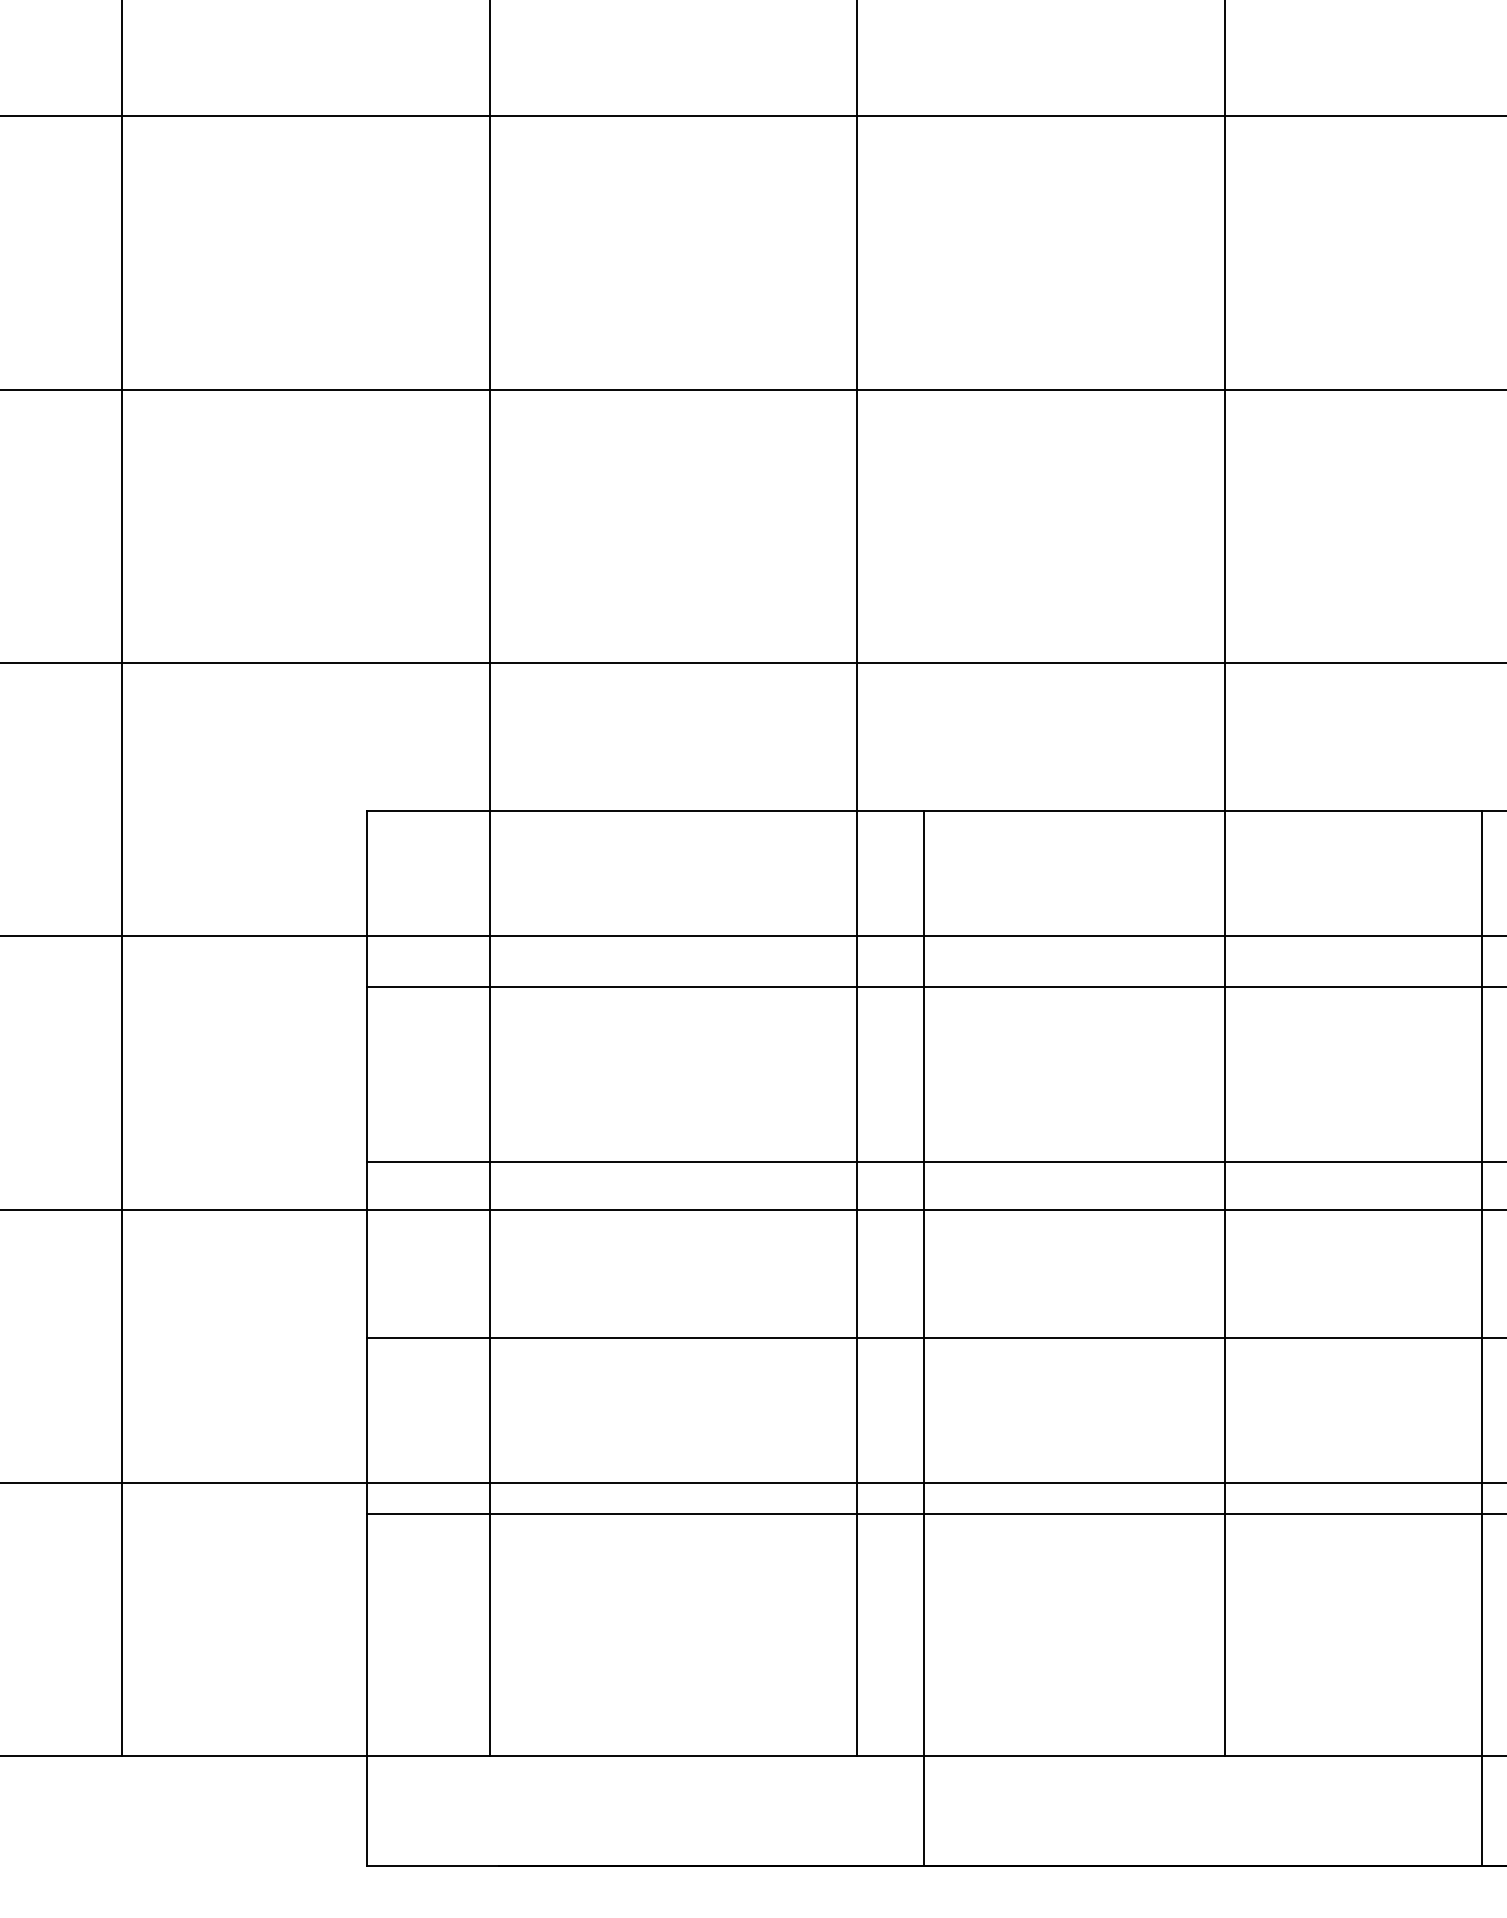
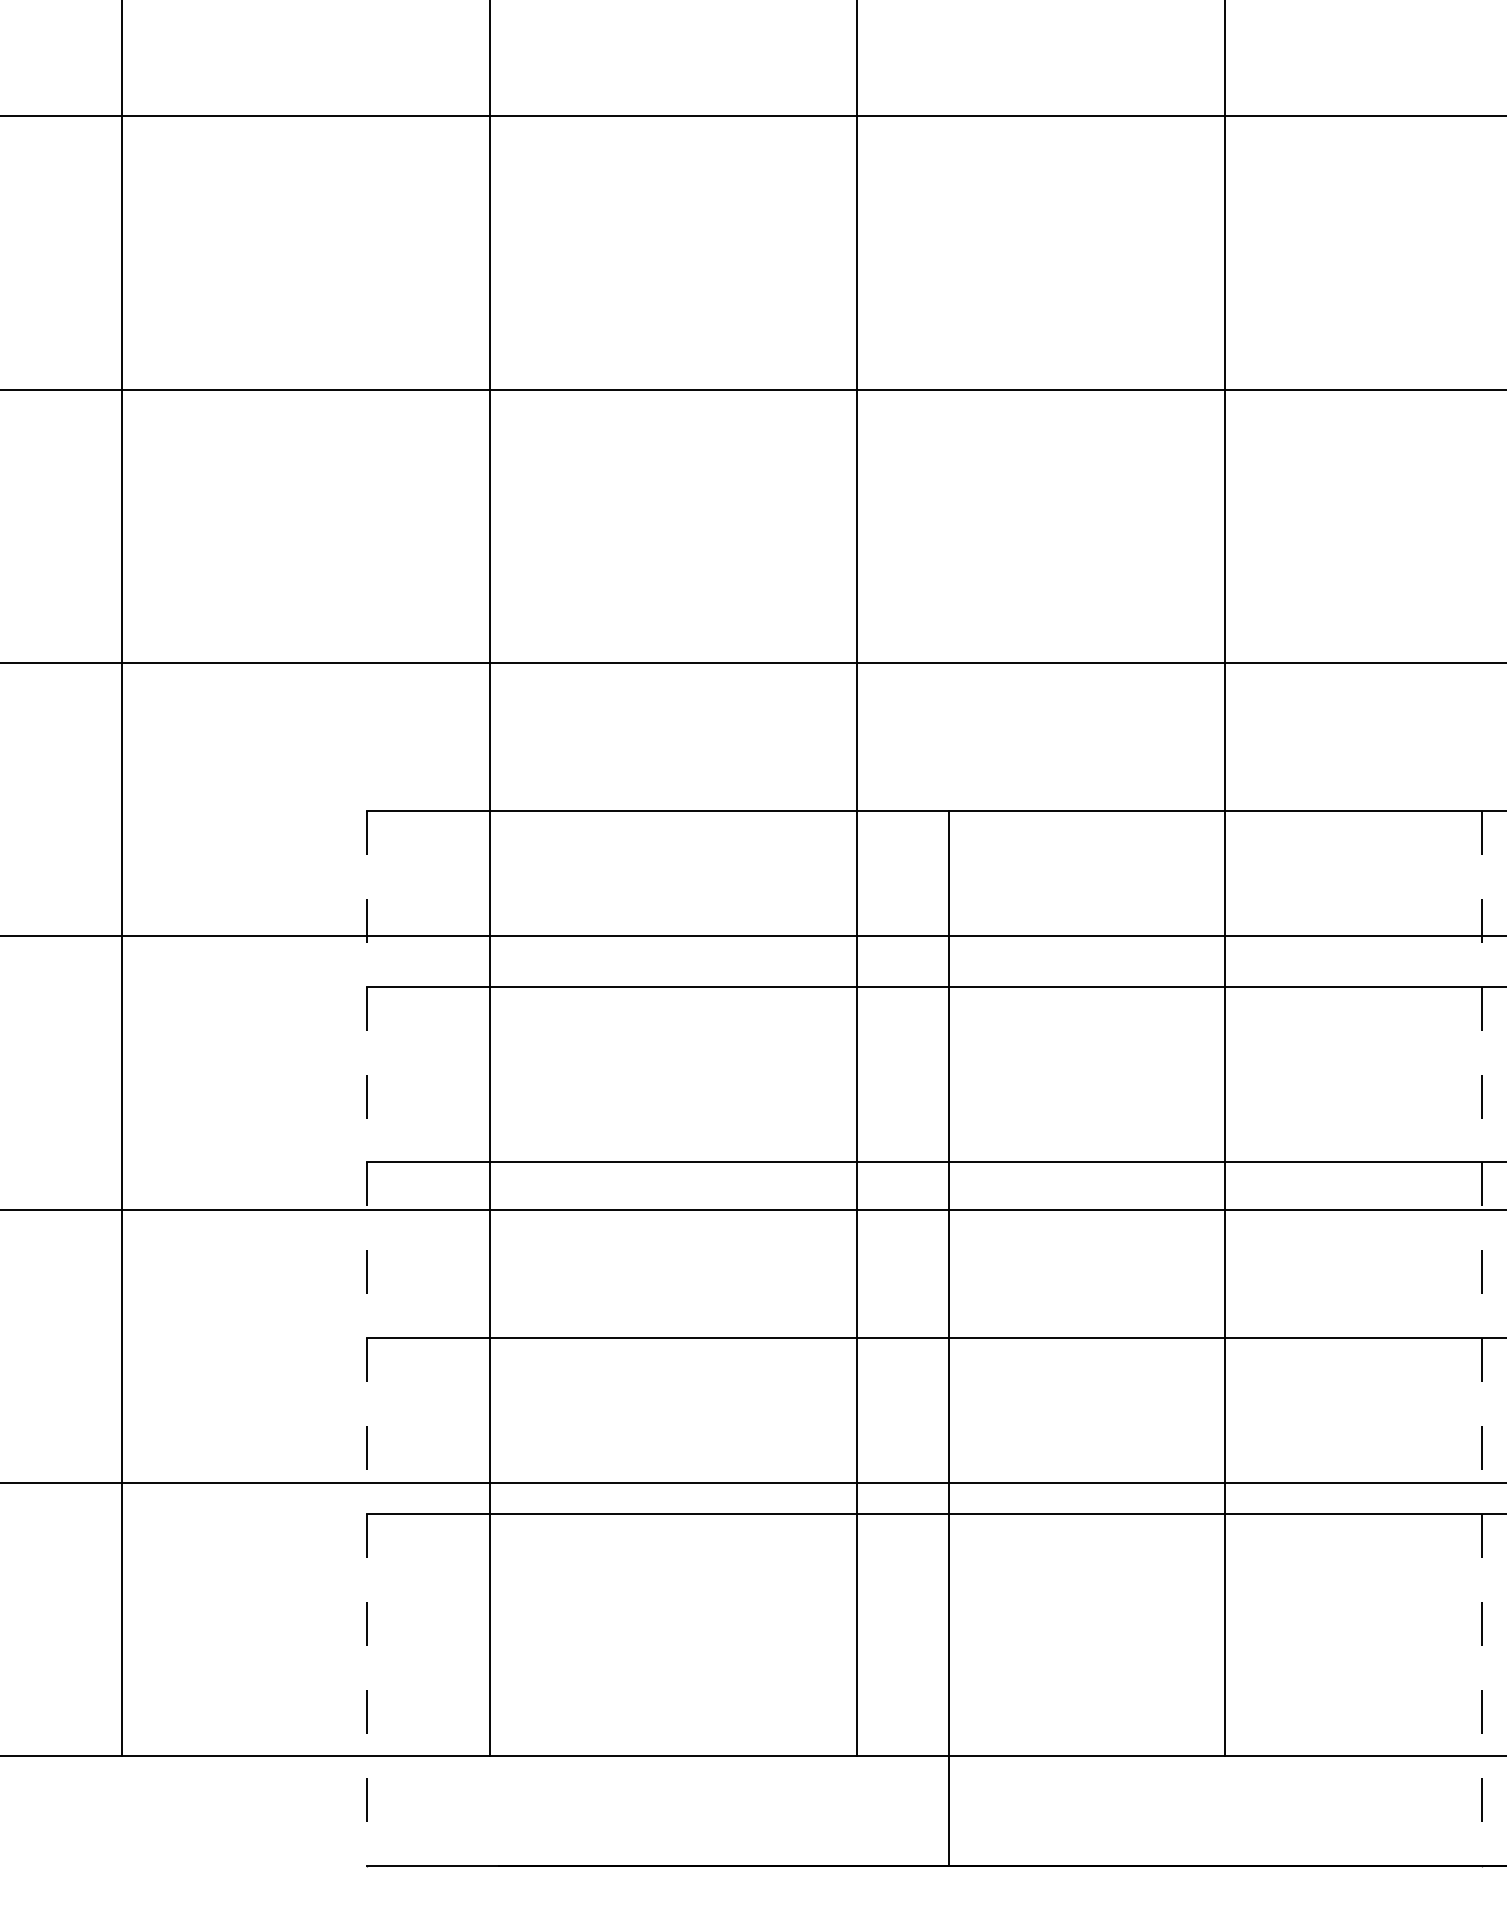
line at (367, 1338): solid -> dashed
line at (924, 1338) position: (924, 1338) -> (949, 1338)
line at (1481, 1338): solid -> dashed
